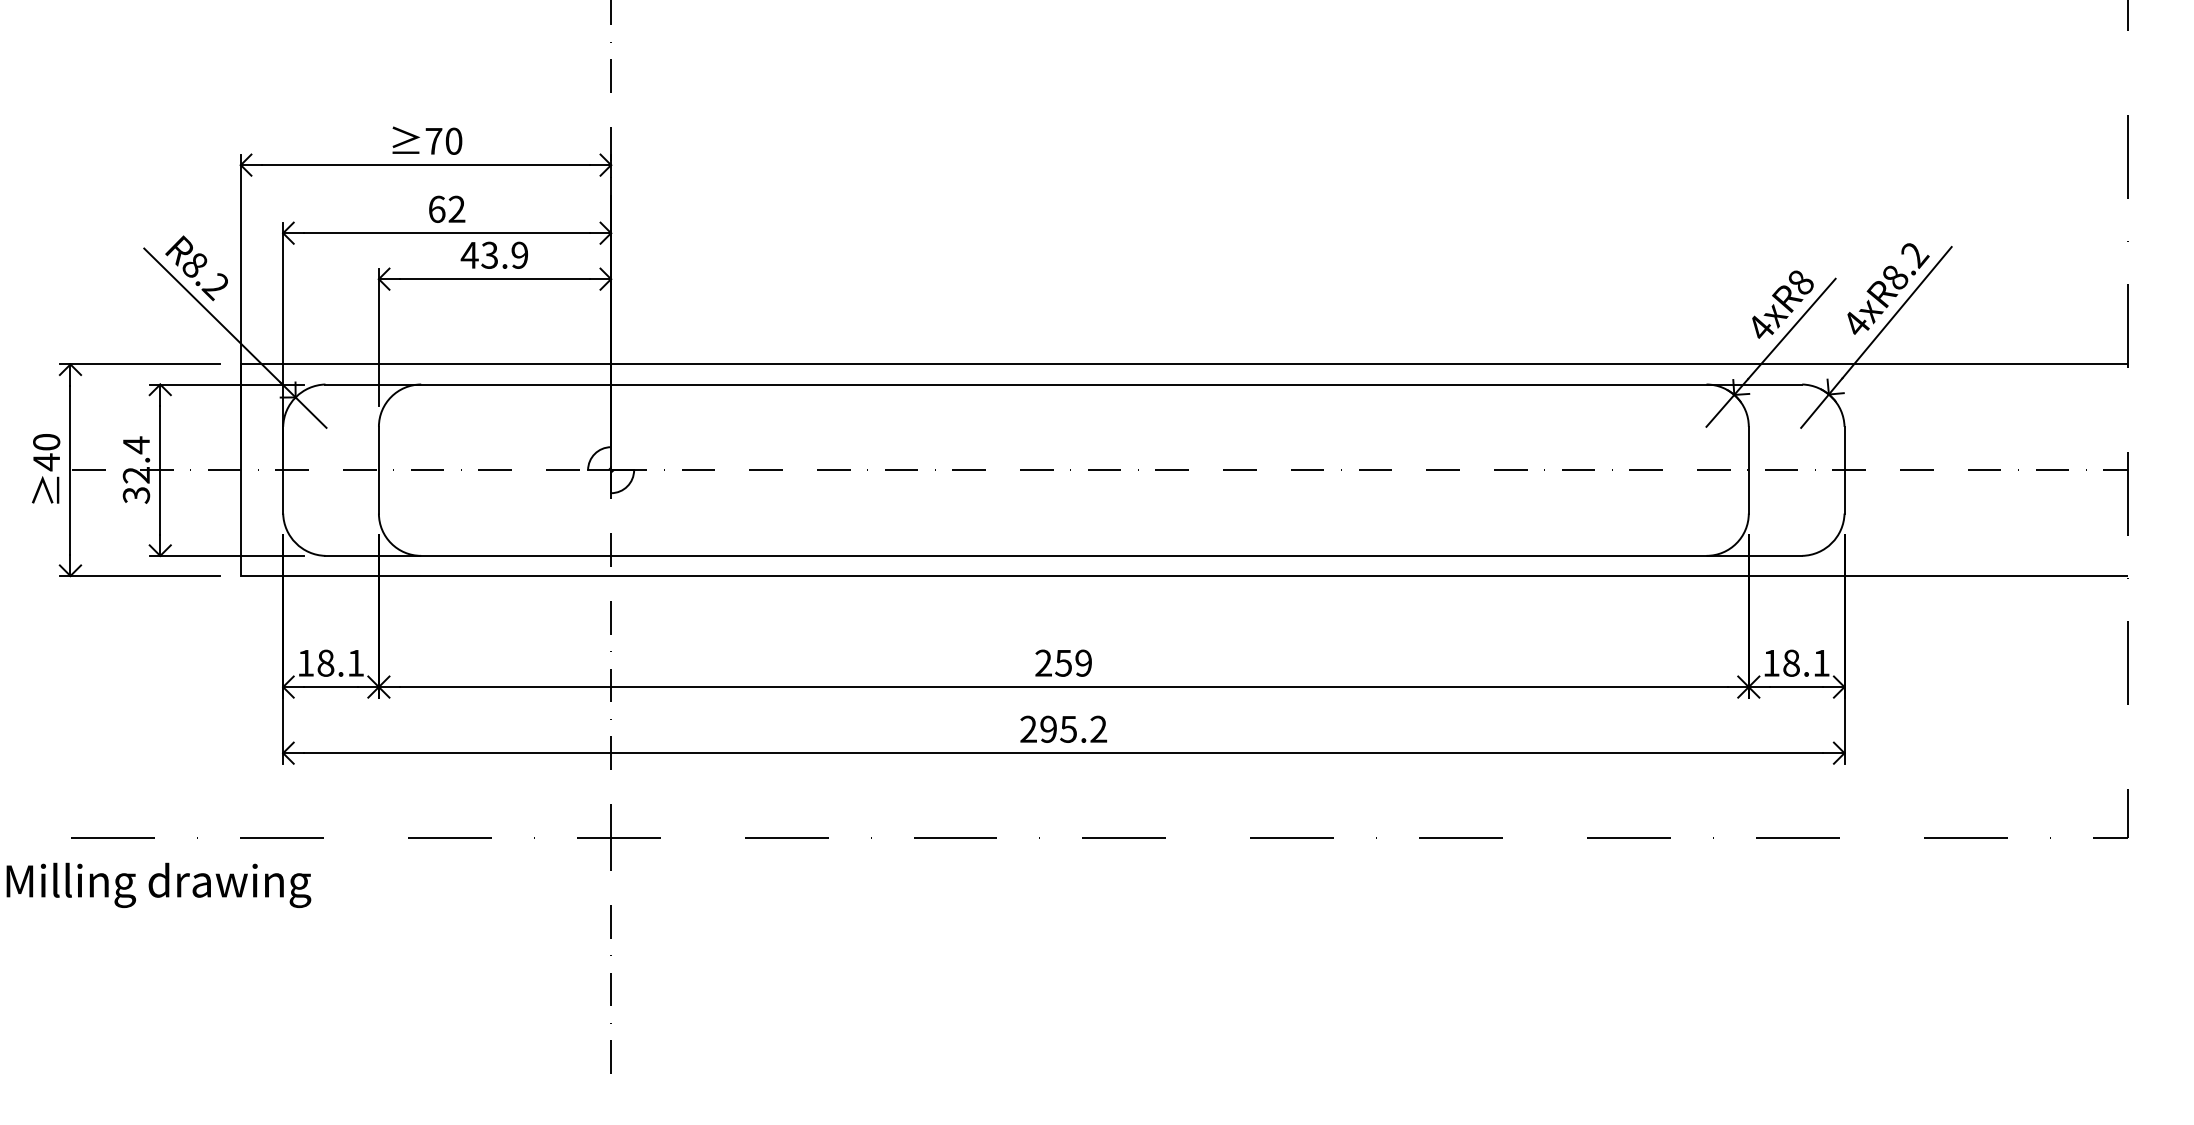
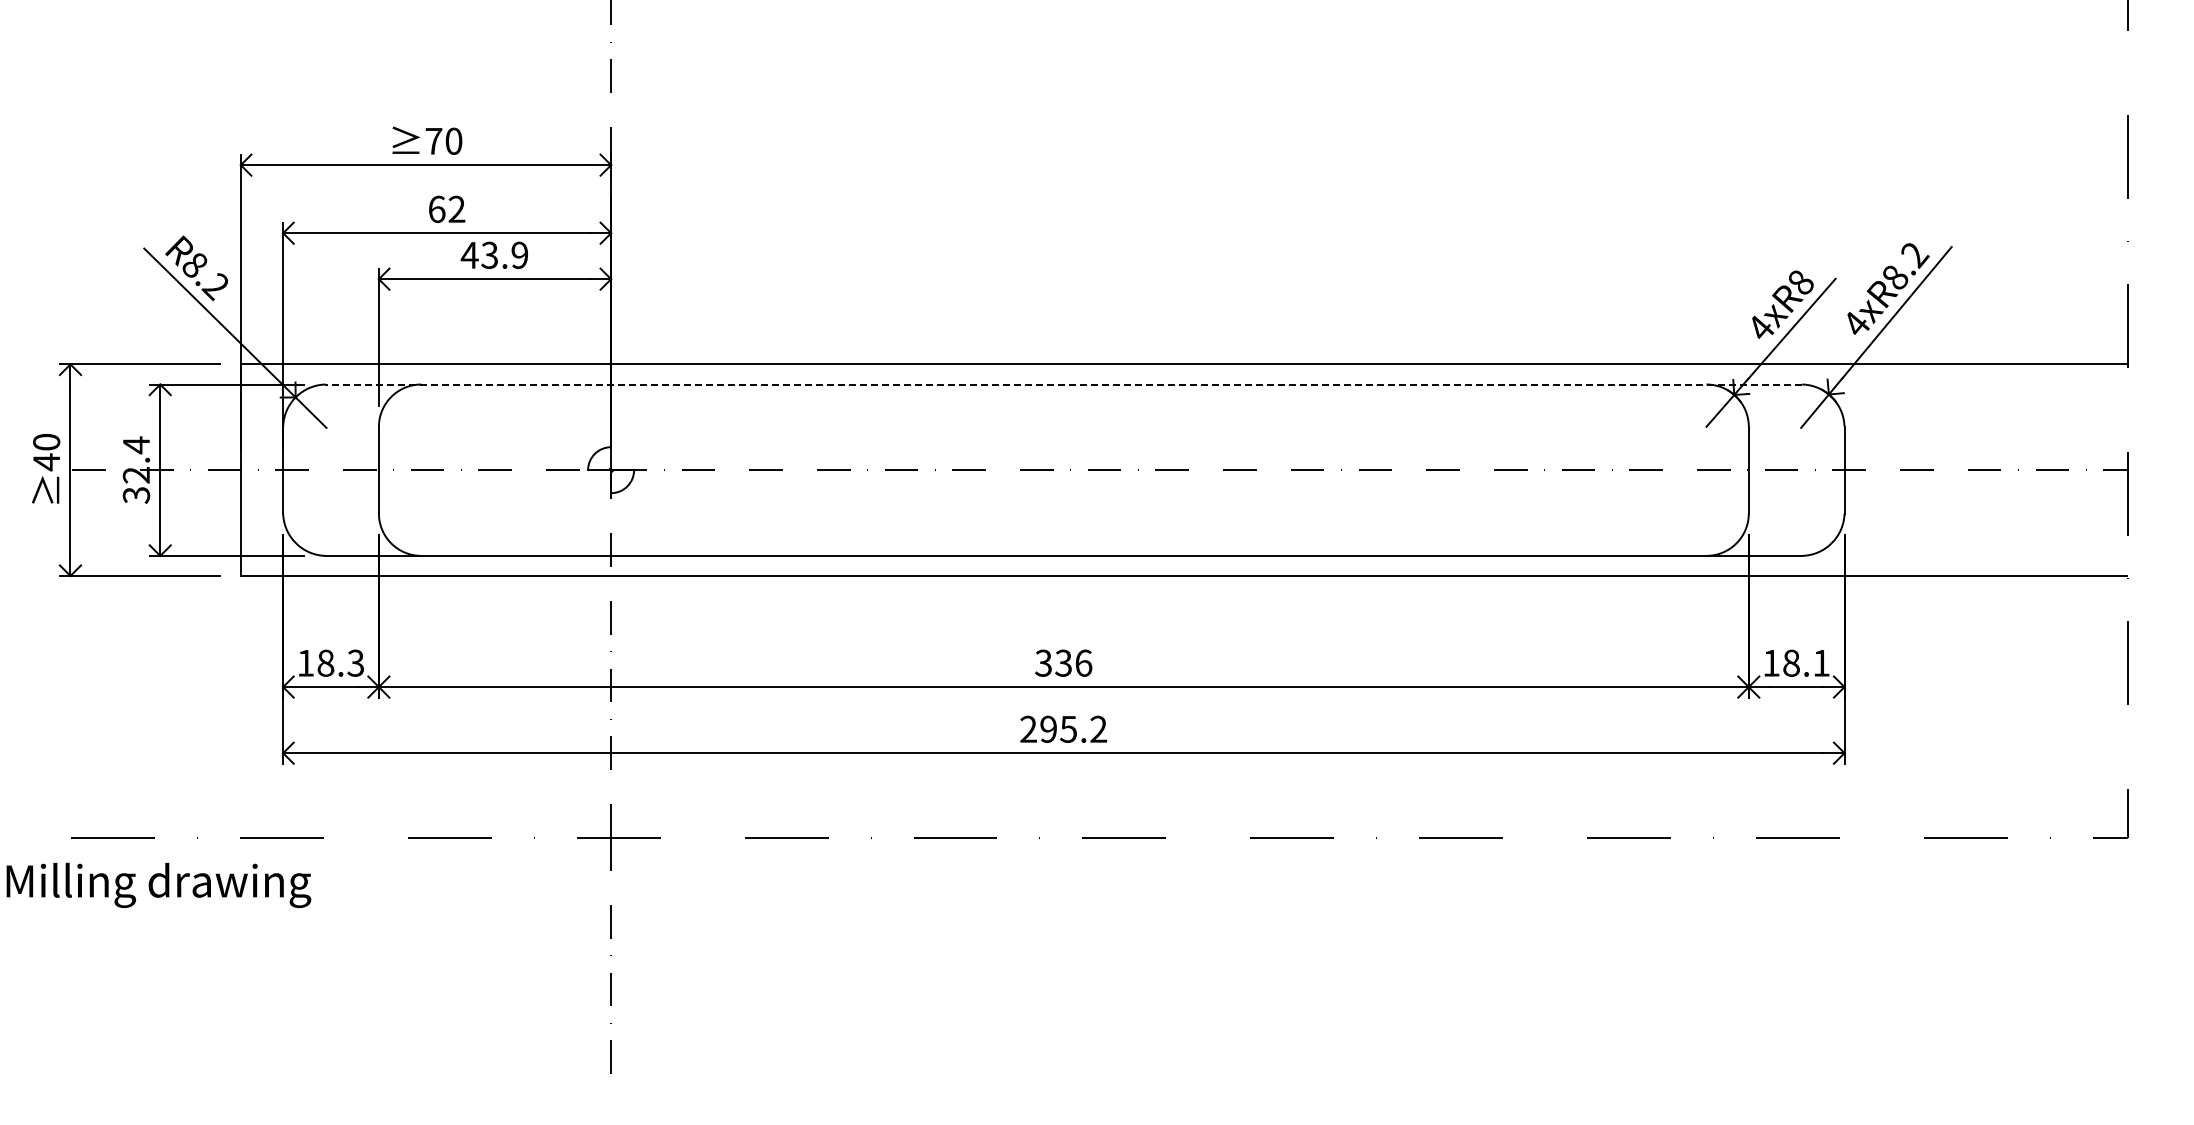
line at (1063, 384): solid -> dashed
text at (355, 662): 18.1 -> 18.3
text at (1063, 662): 259 -> 336
